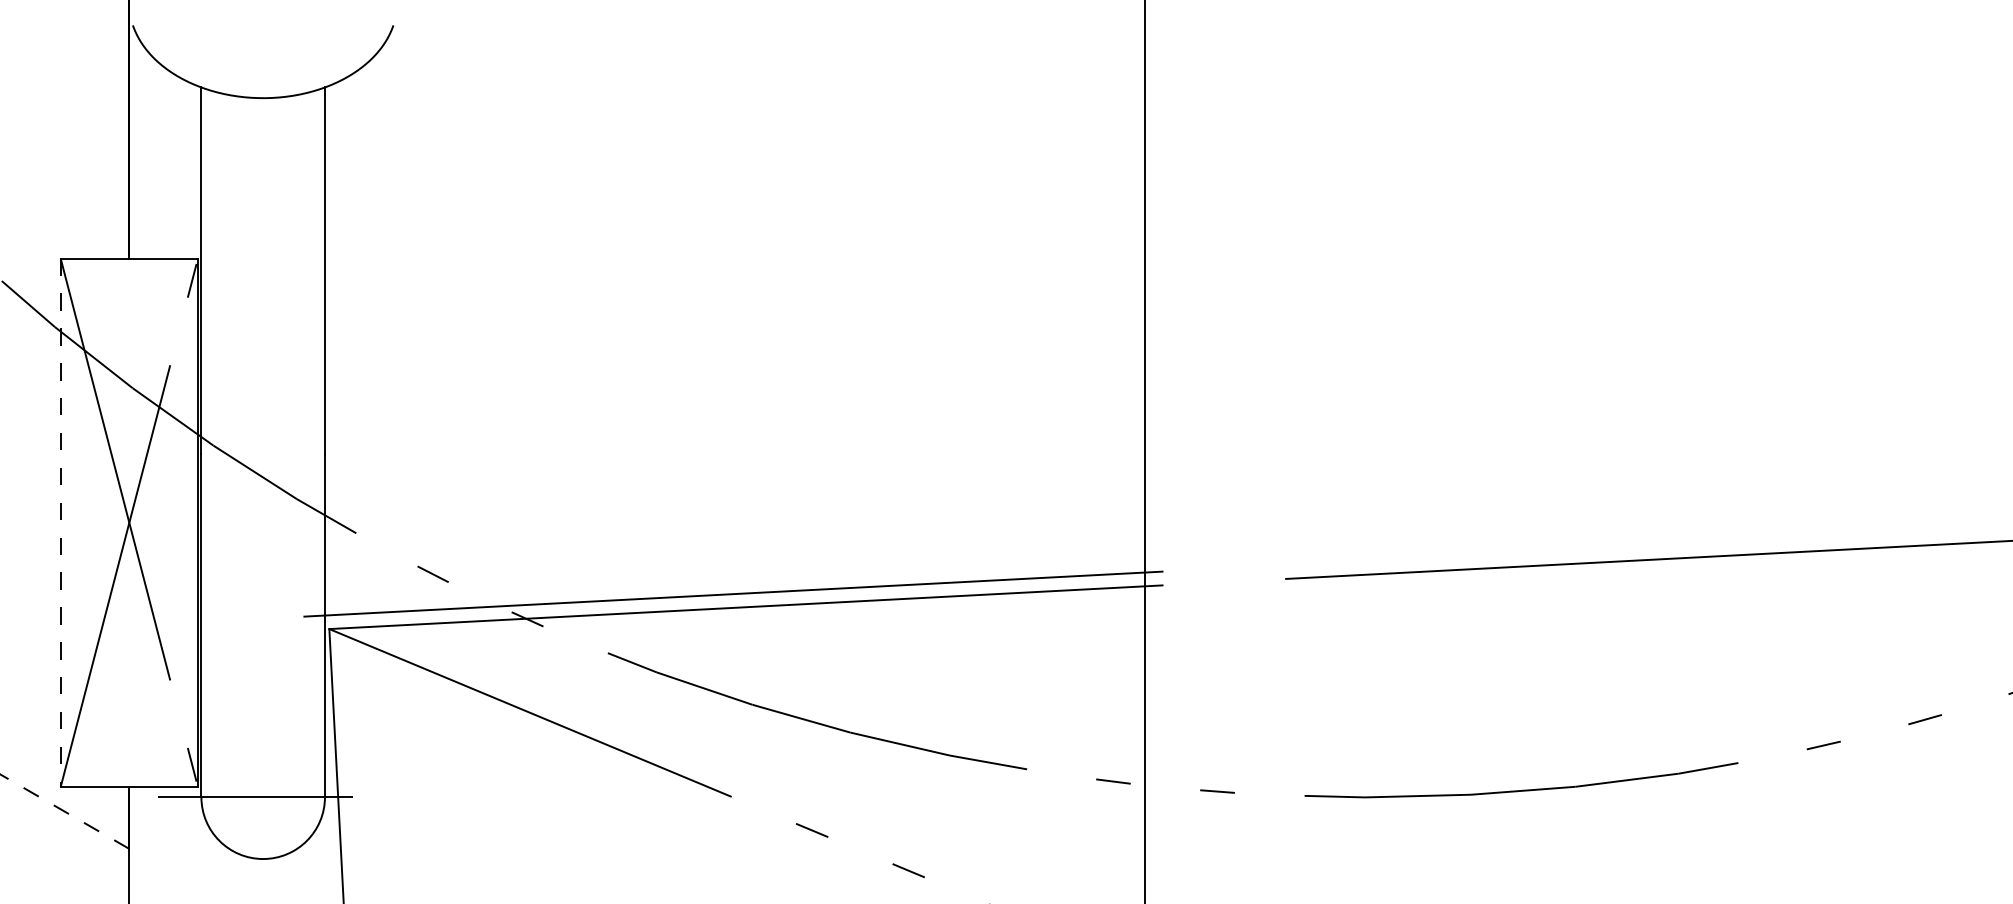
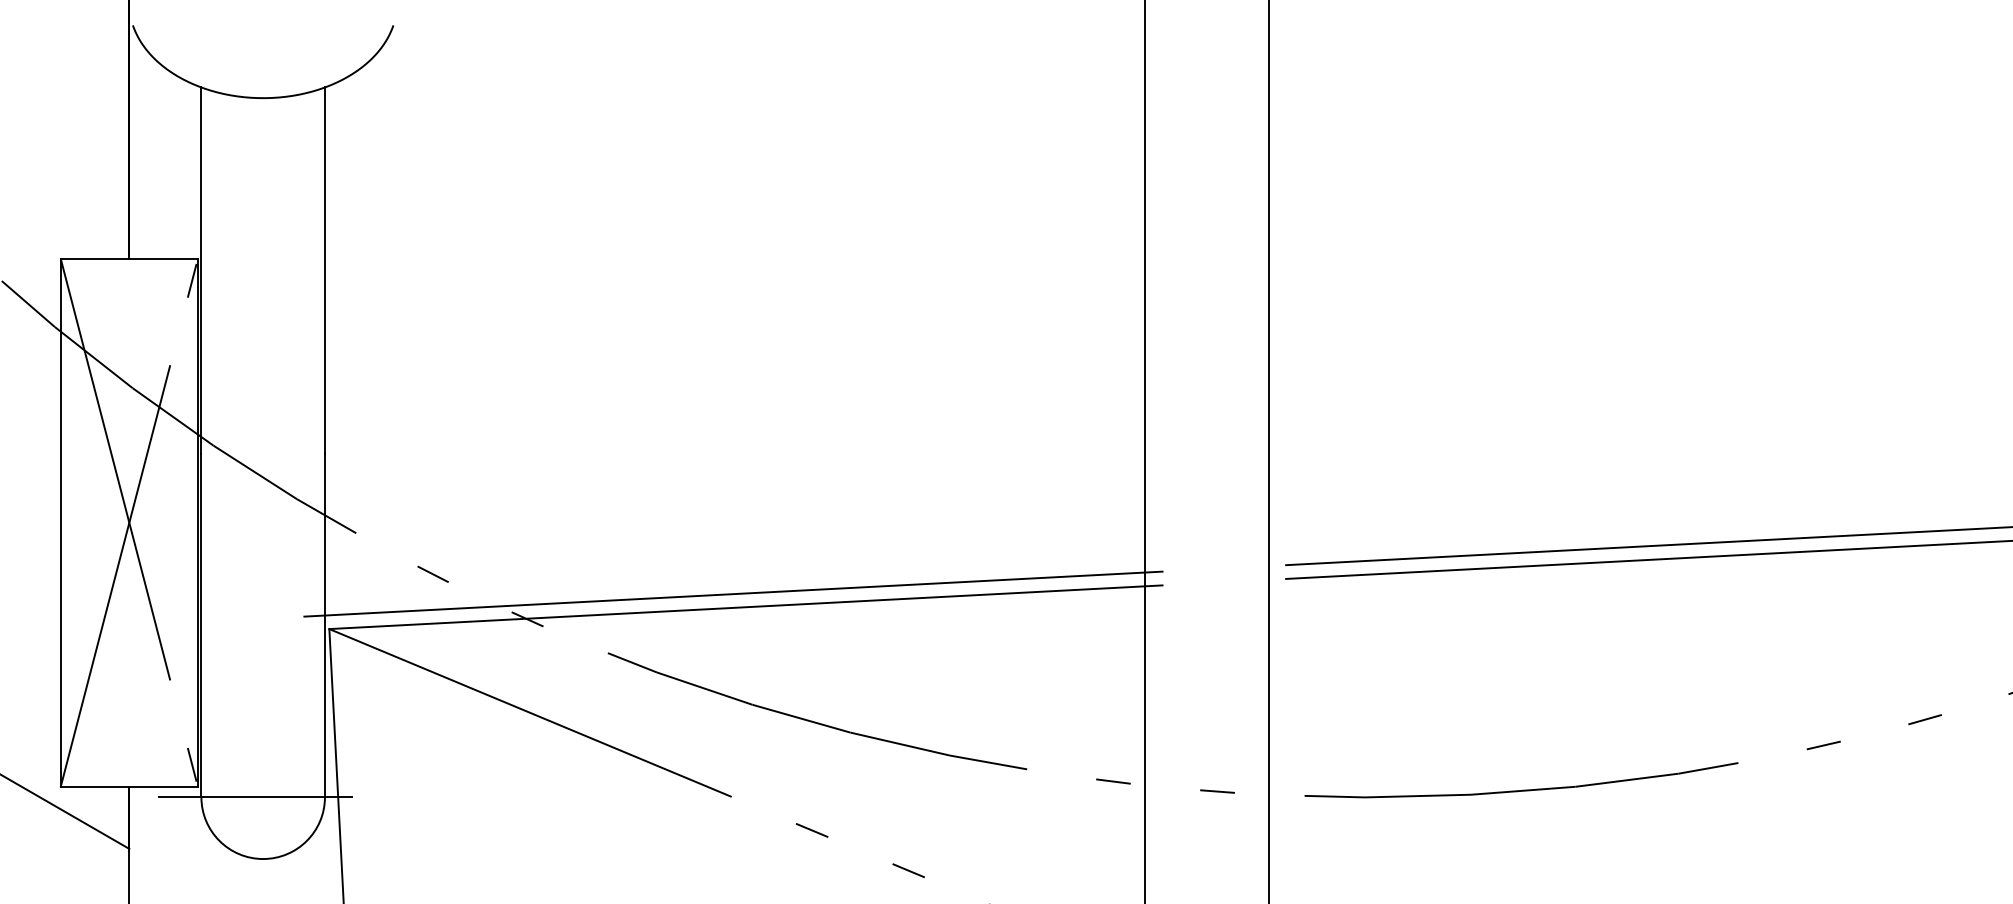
line at (1268, 451): none -> present
line at (60, 523): dashed -> solid
line at (1647, 546): none -> present
line at (64, 811): dashed -> solid
